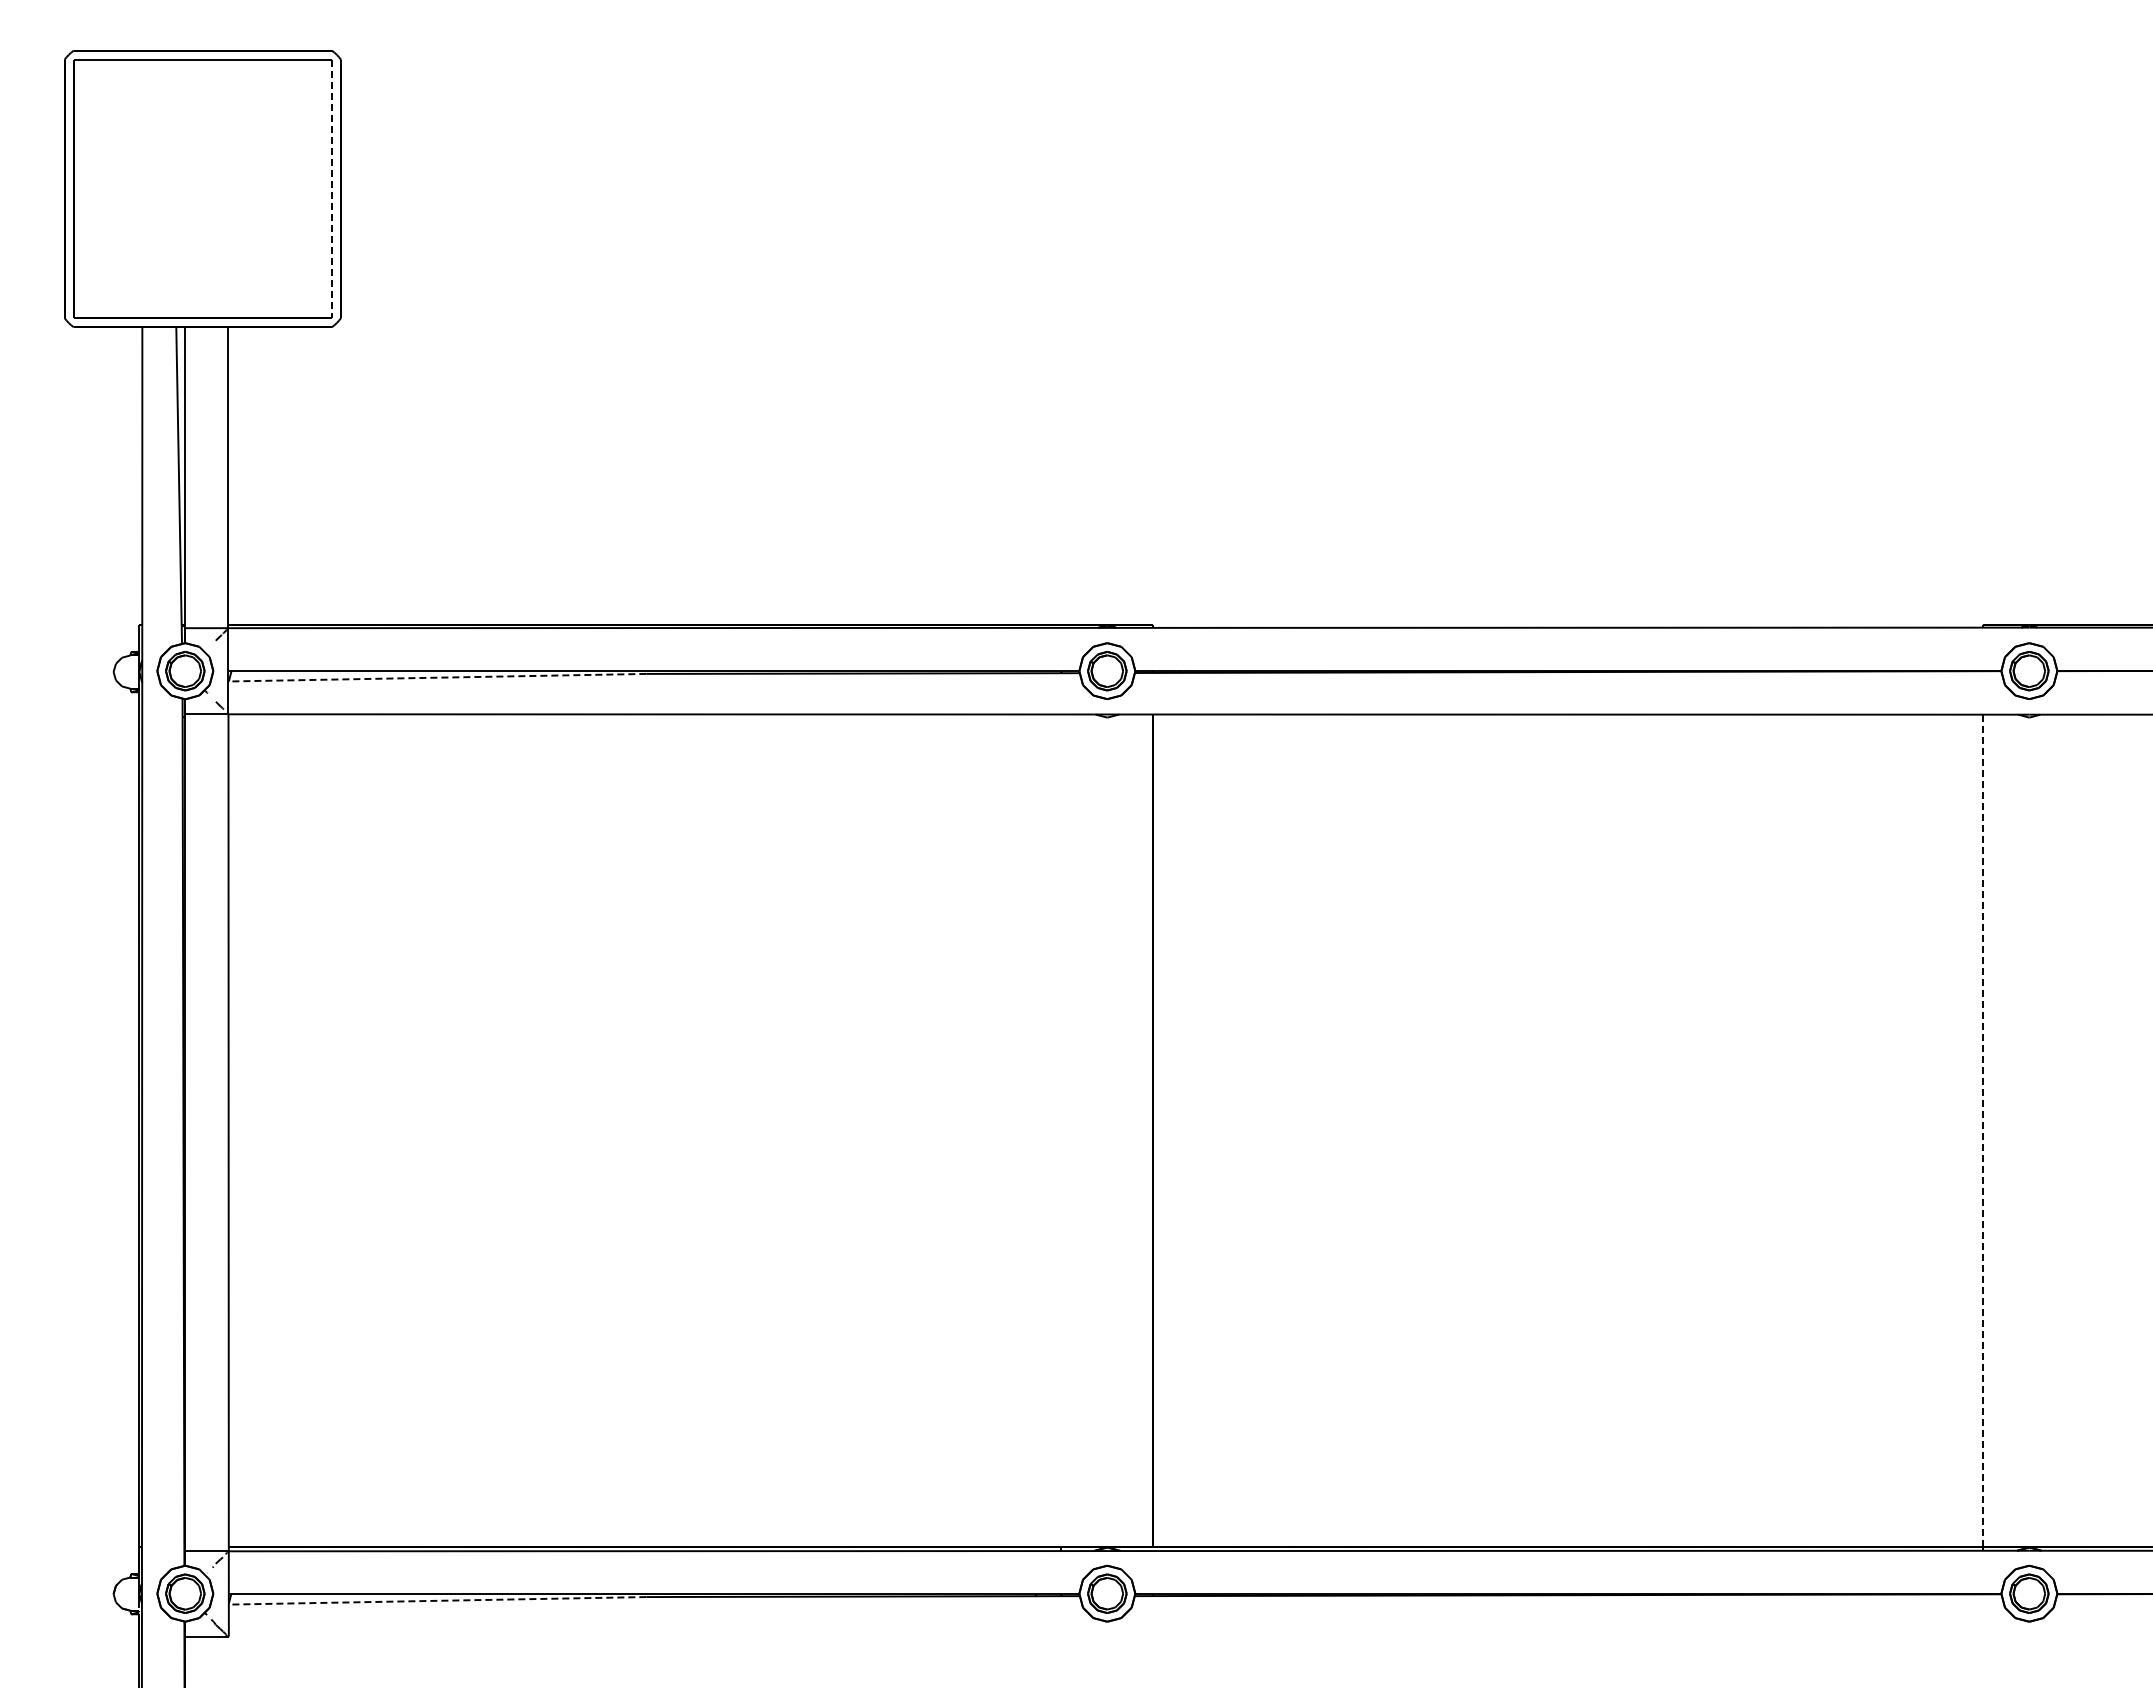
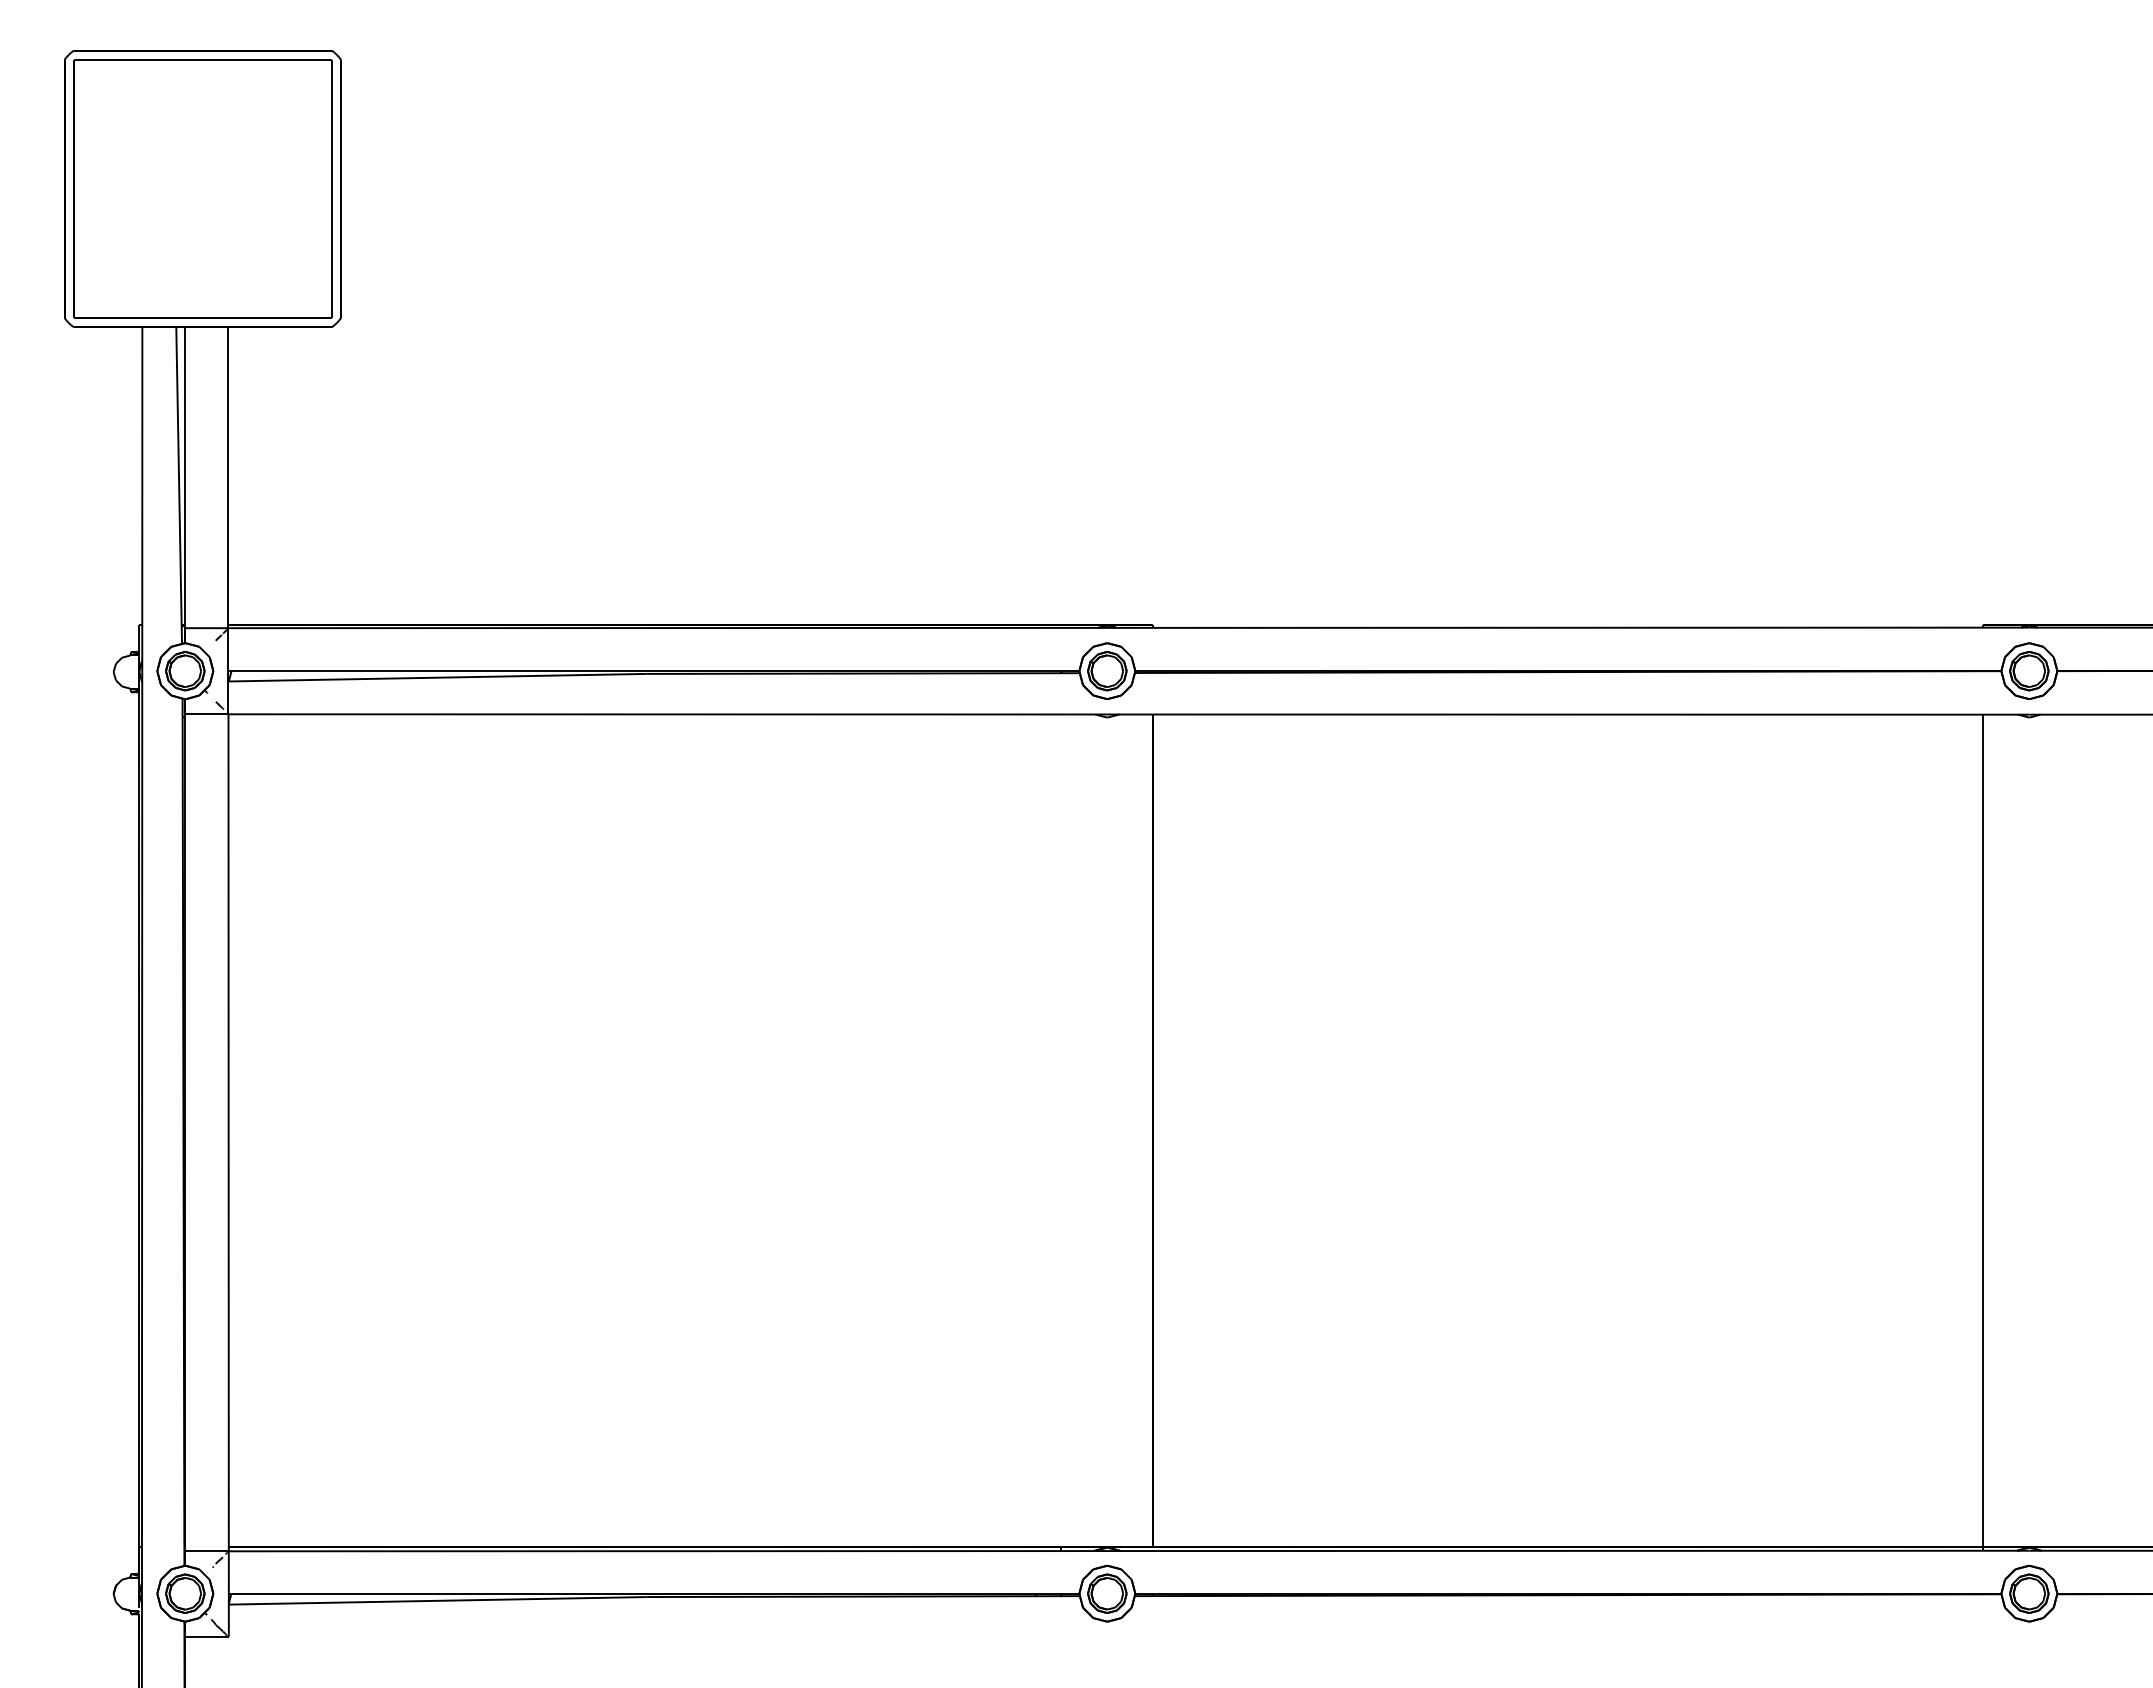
line at (331, 189): dashed -> solid
line at (437, 677): dashed -> solid
line at (1983, 1131): dashed -> solid
line at (437, 1600): dashed -> solid
